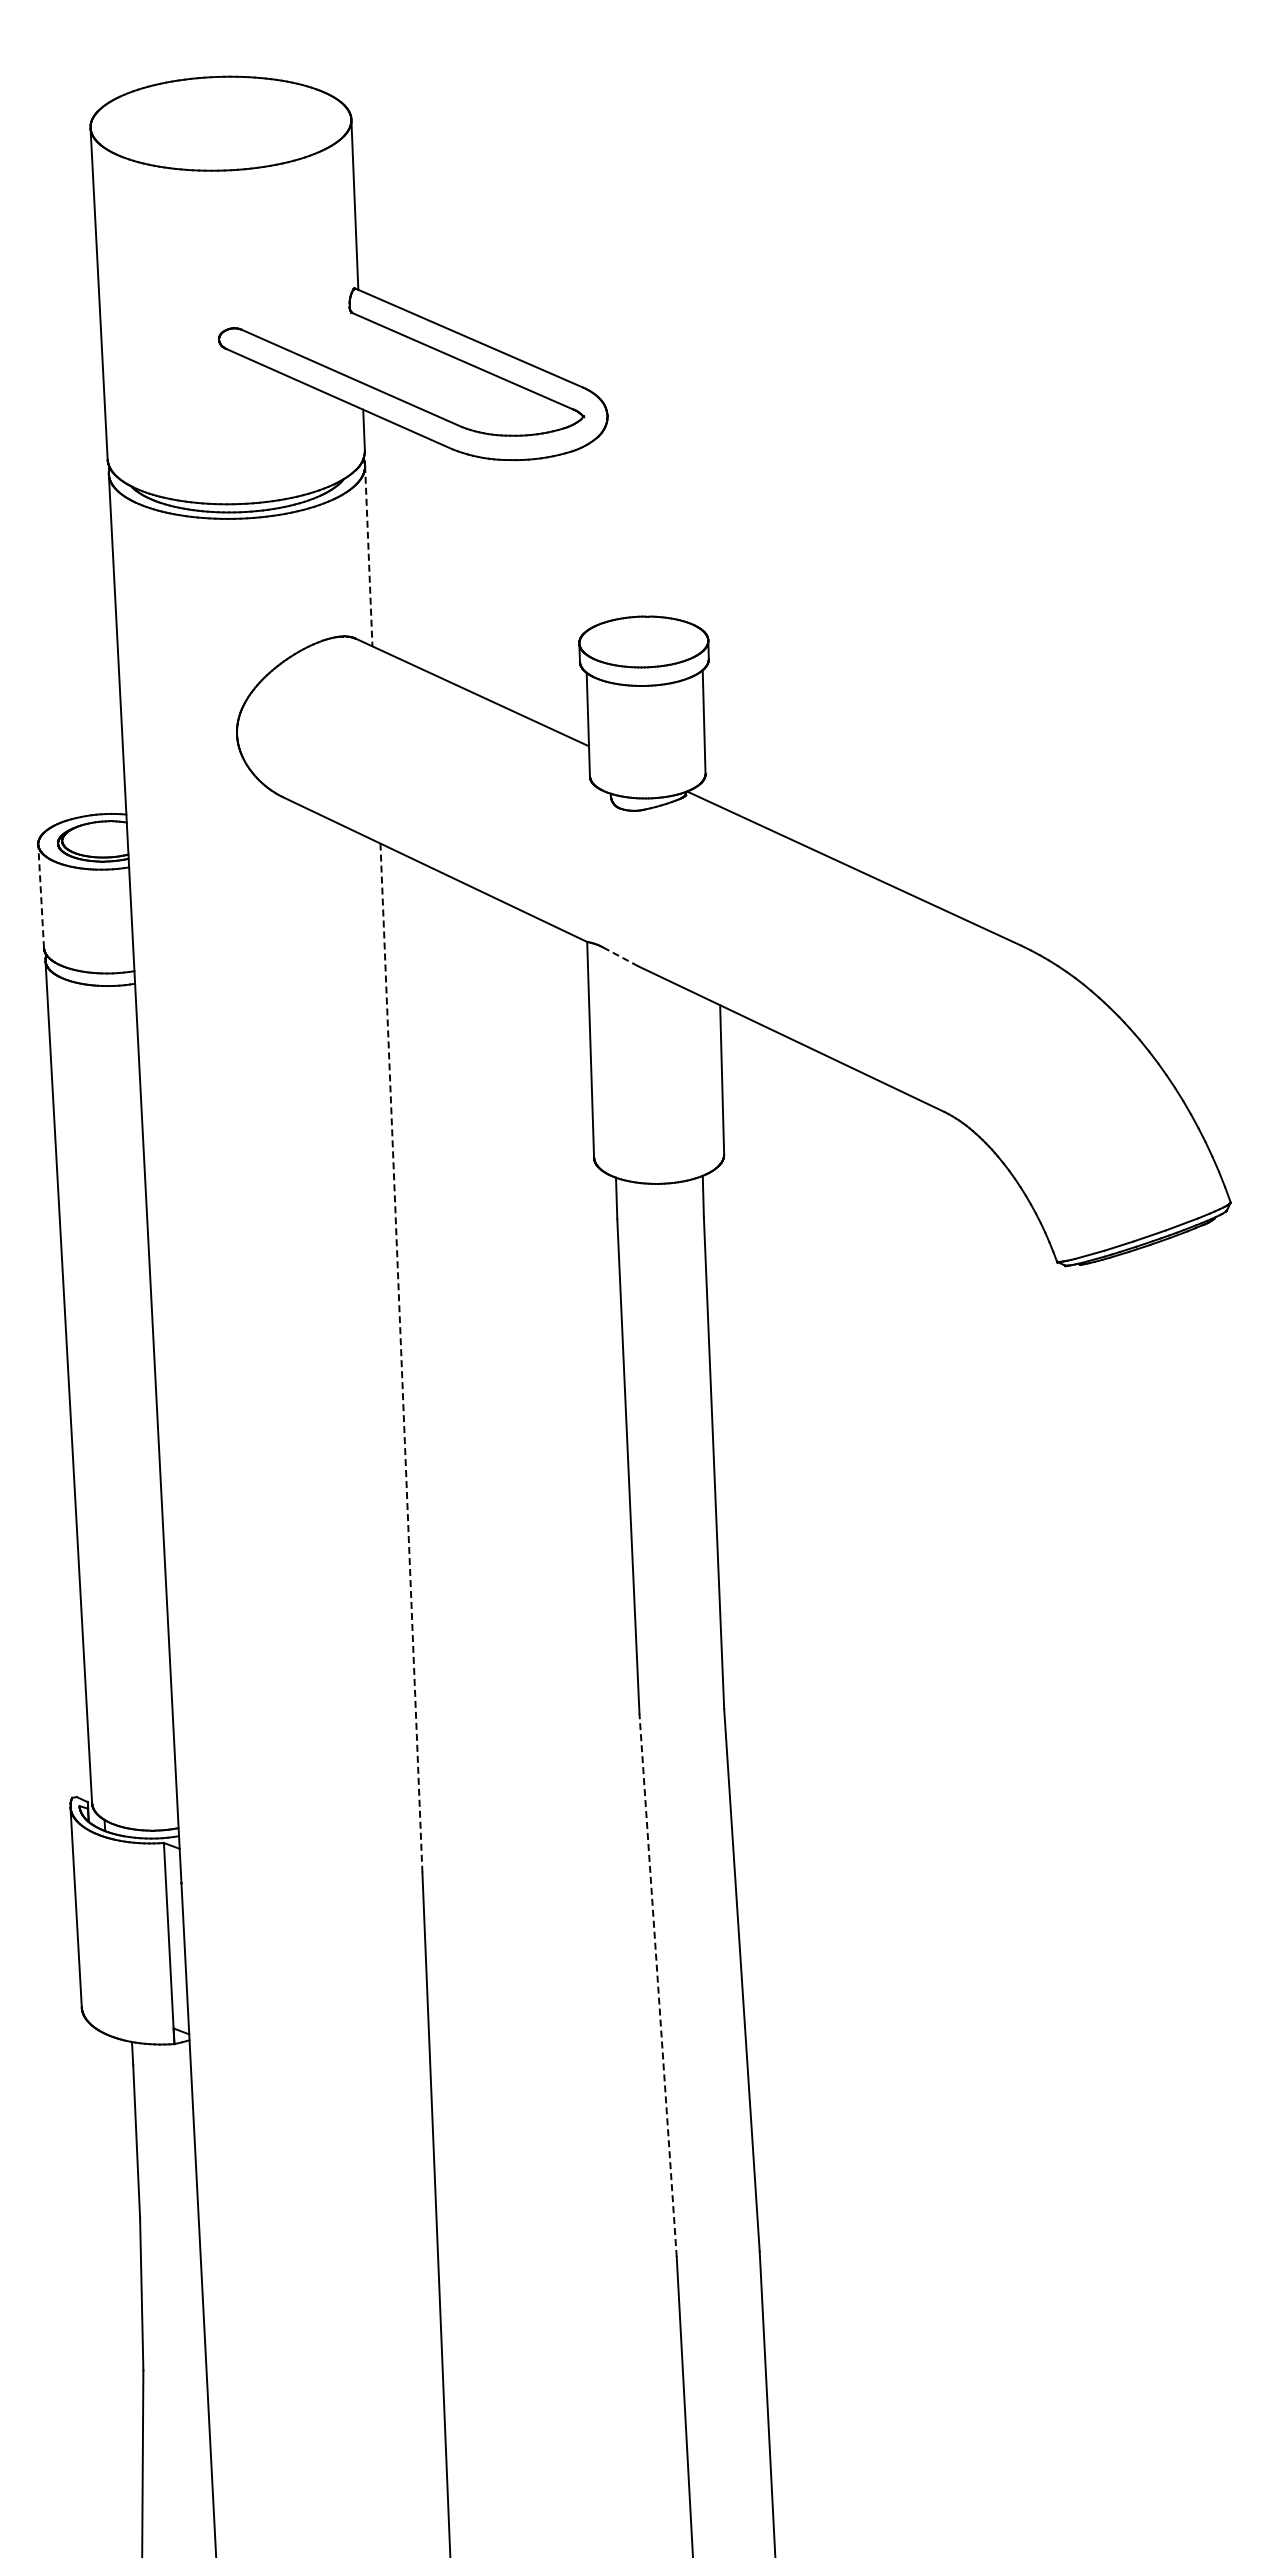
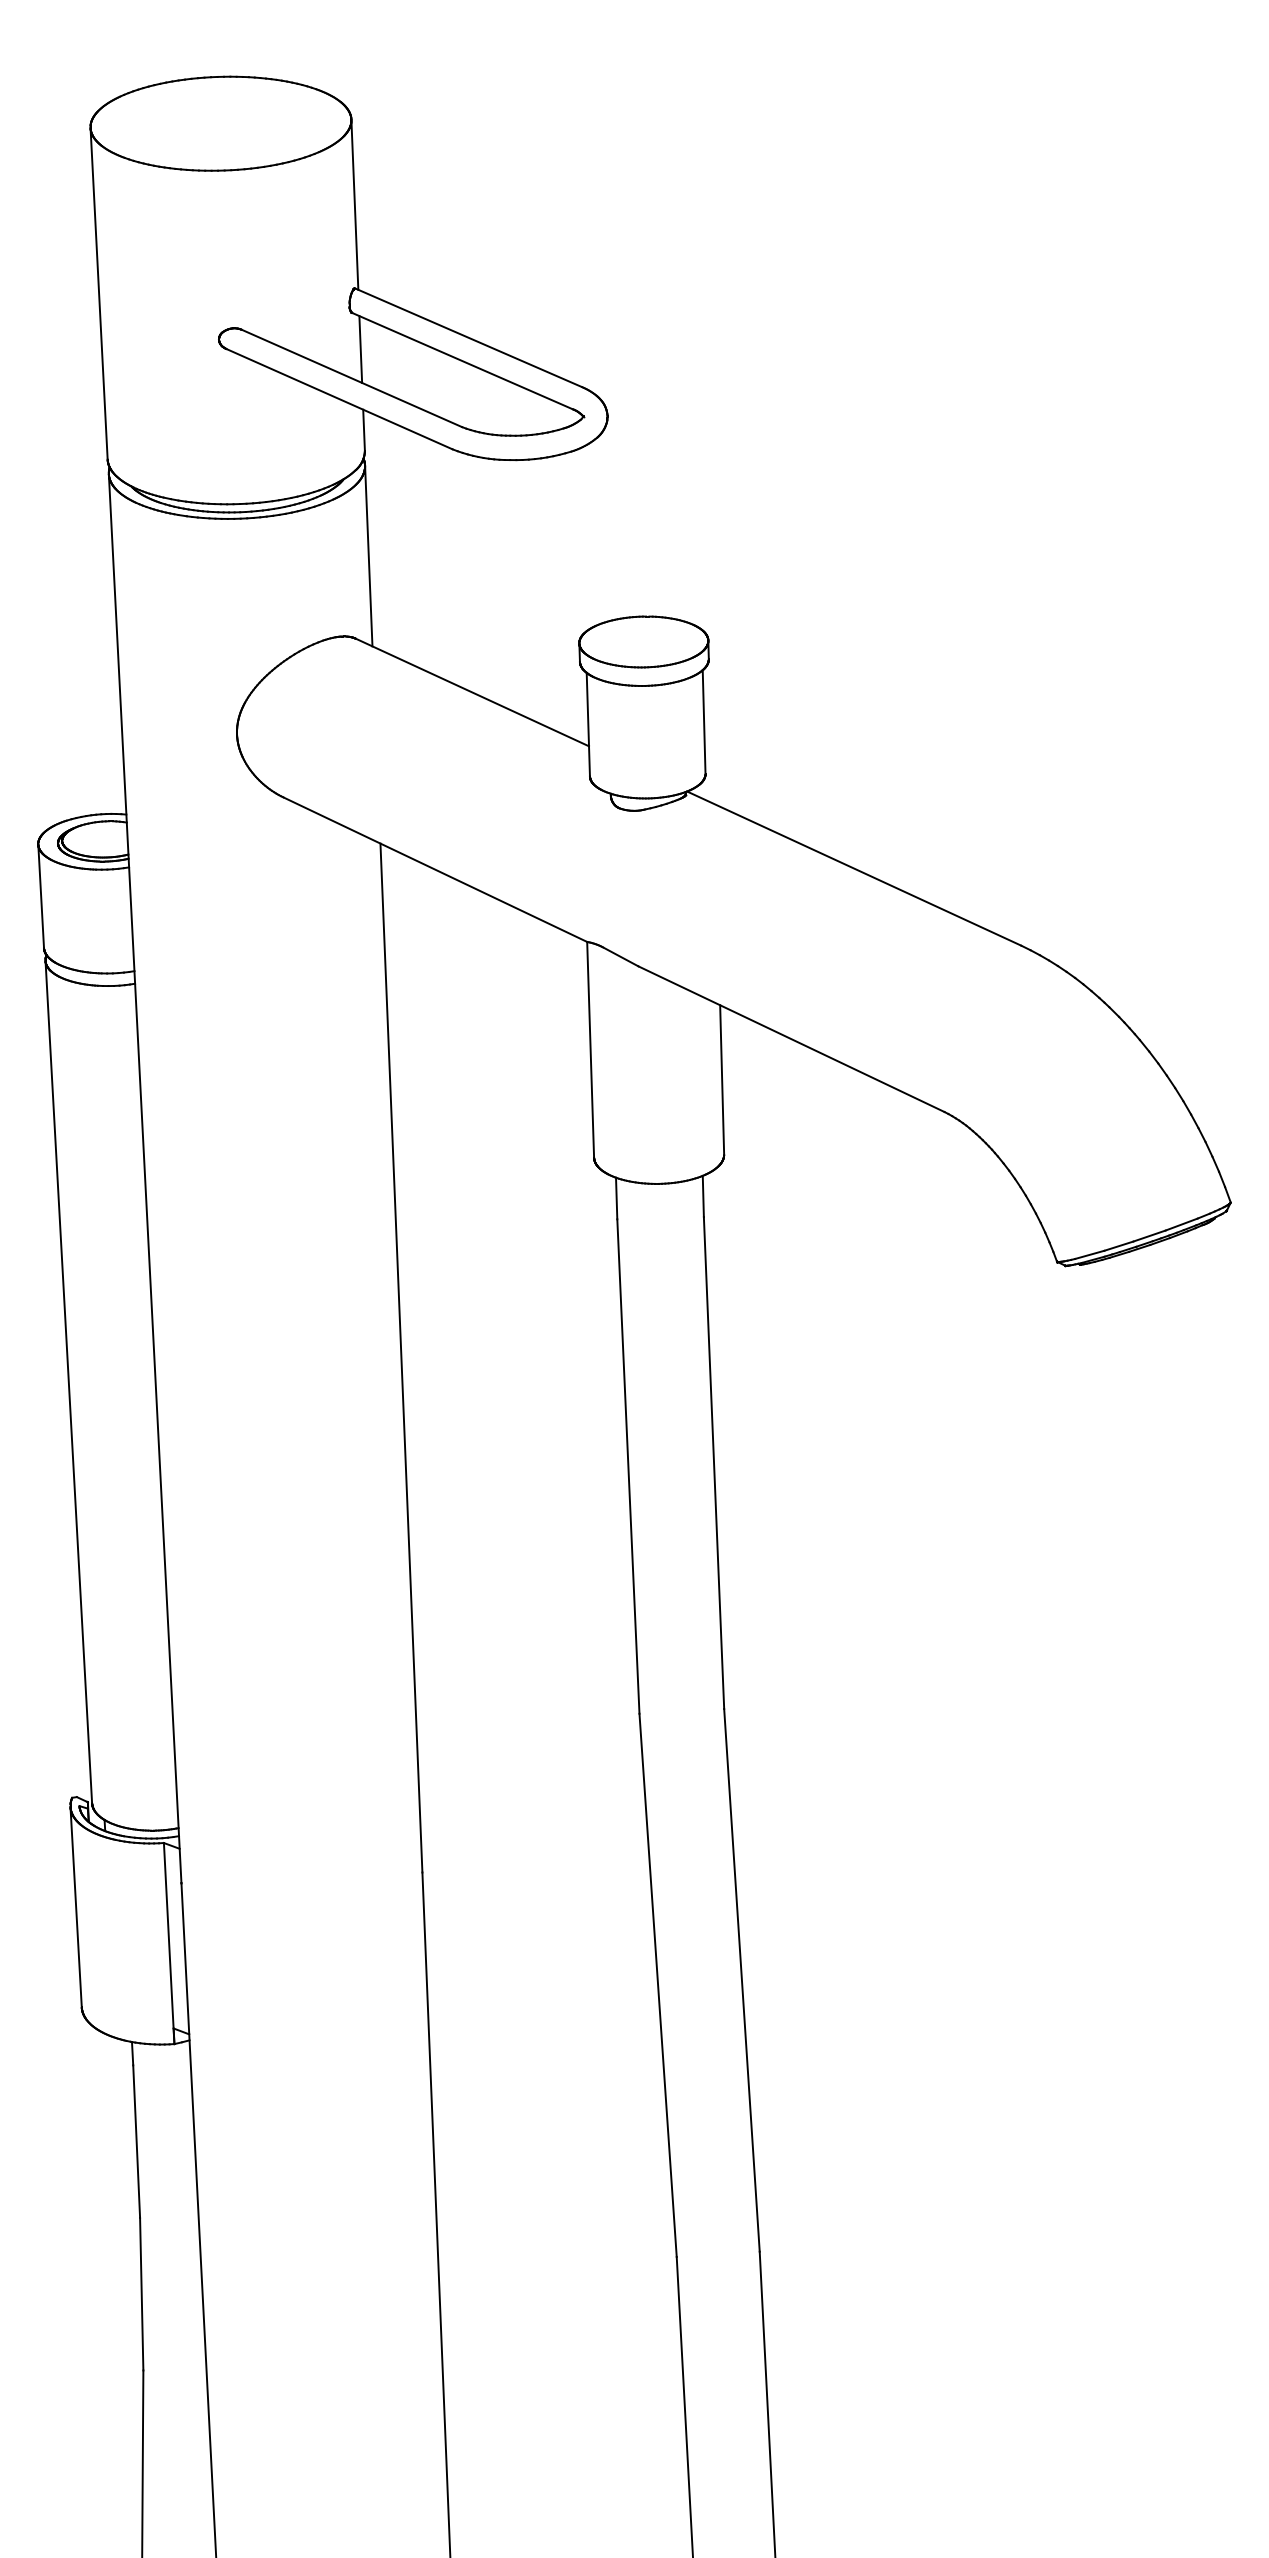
line at (360, 349): none -> present
line at (368, 556): dashed -> solid
line at (41, 896): dashed -> solid
line at (620, 956): dashed -> solid
line at (401, 1358): dashed -> solid
line at (658, 1984): dashed -> solid
